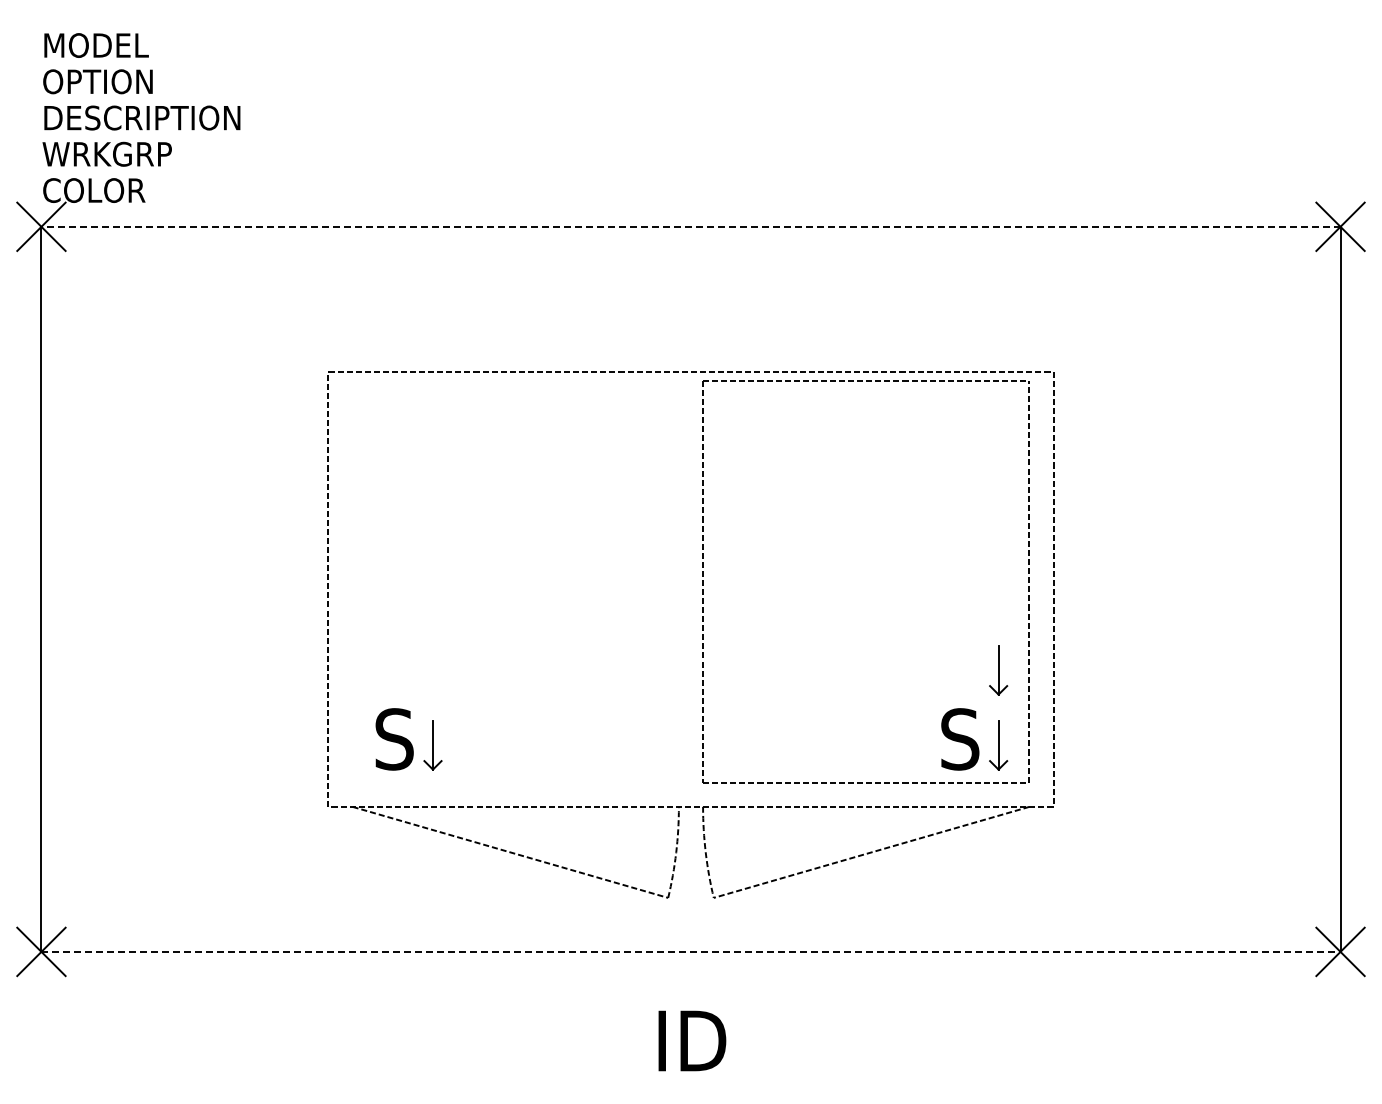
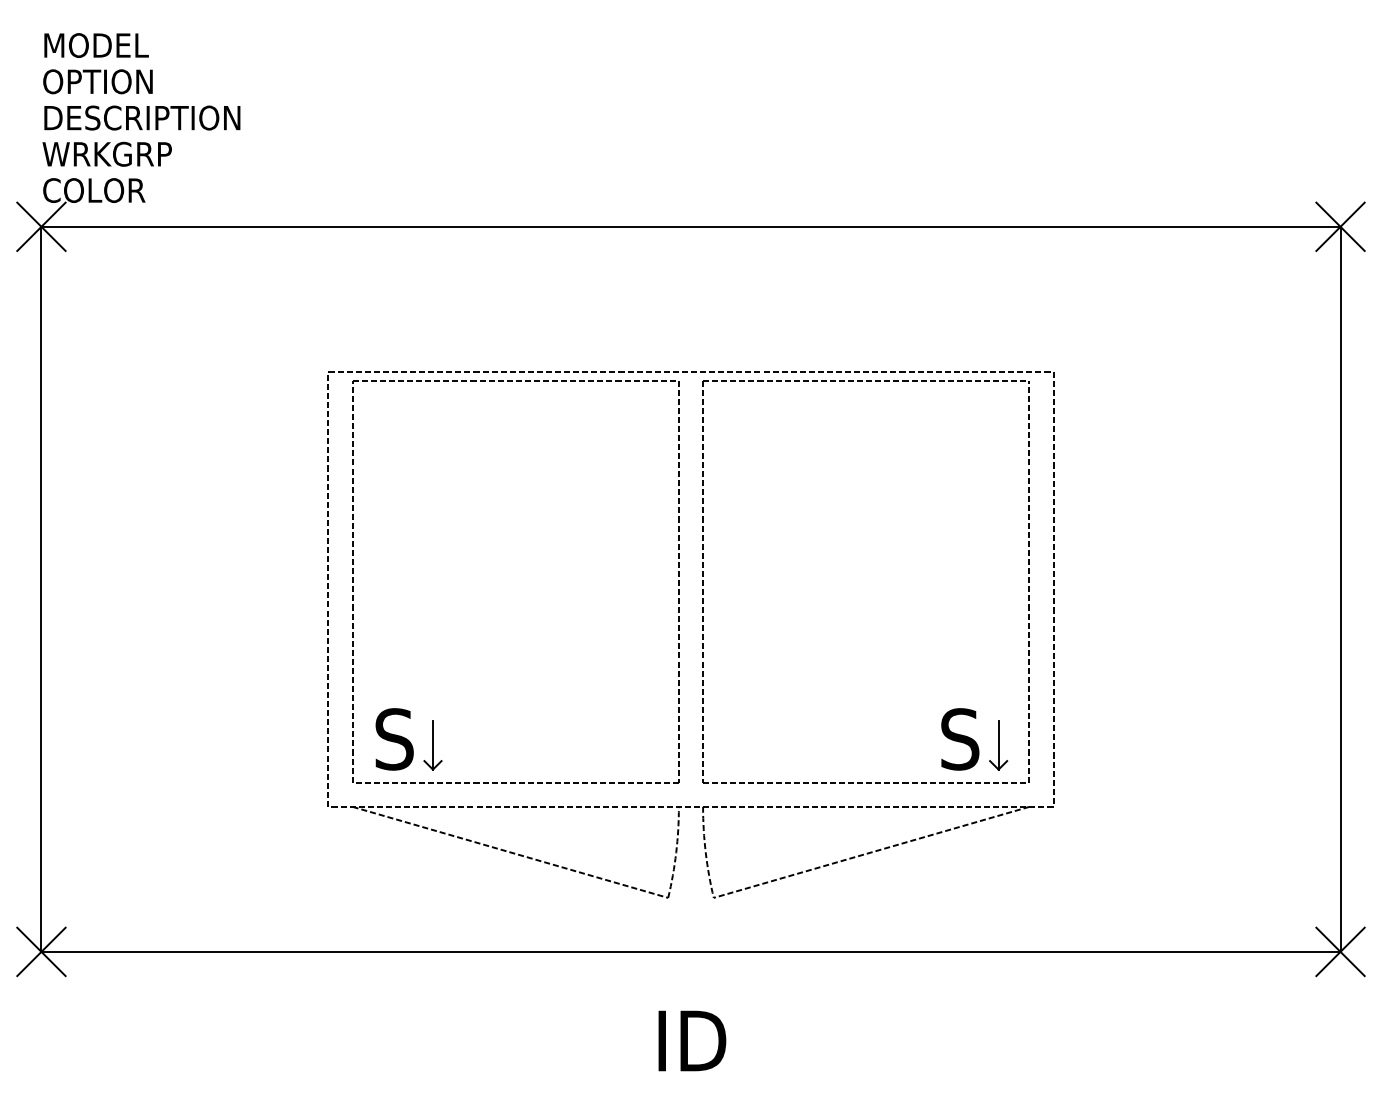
line at (691, 226): dashed -> solid
part at (353, 581): none -> present
part at (998, 670): present -> none
line at (690, 951): dashed -> solid
